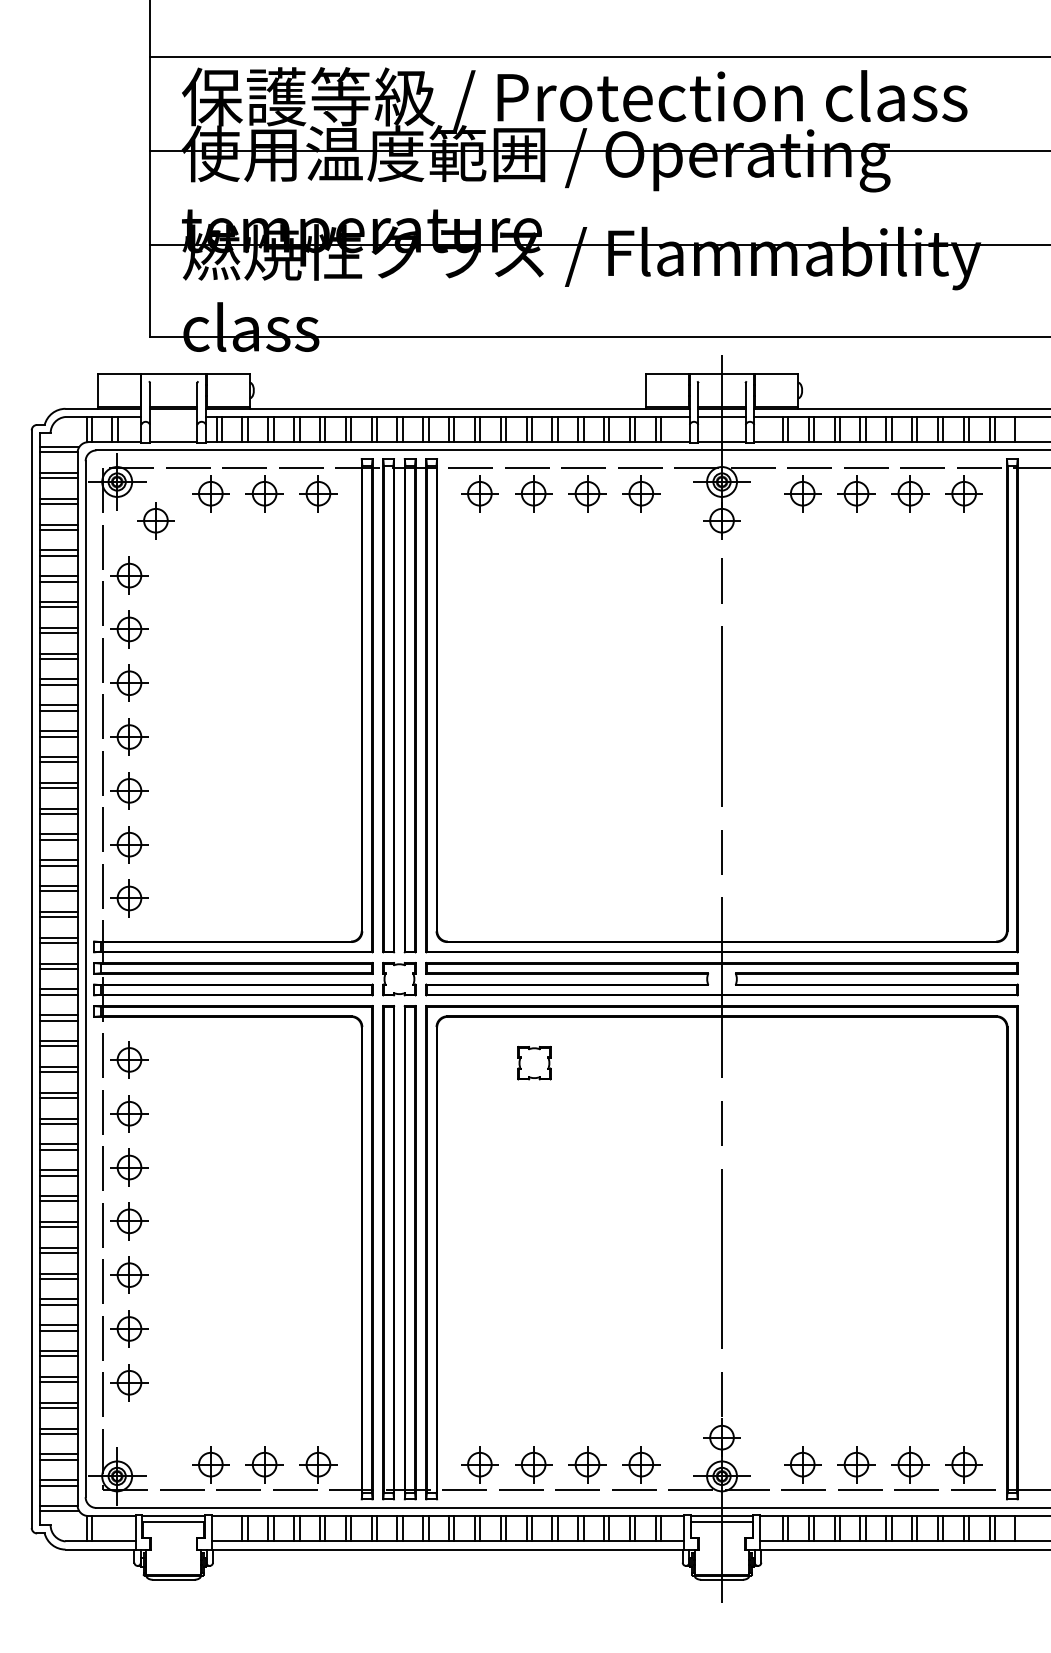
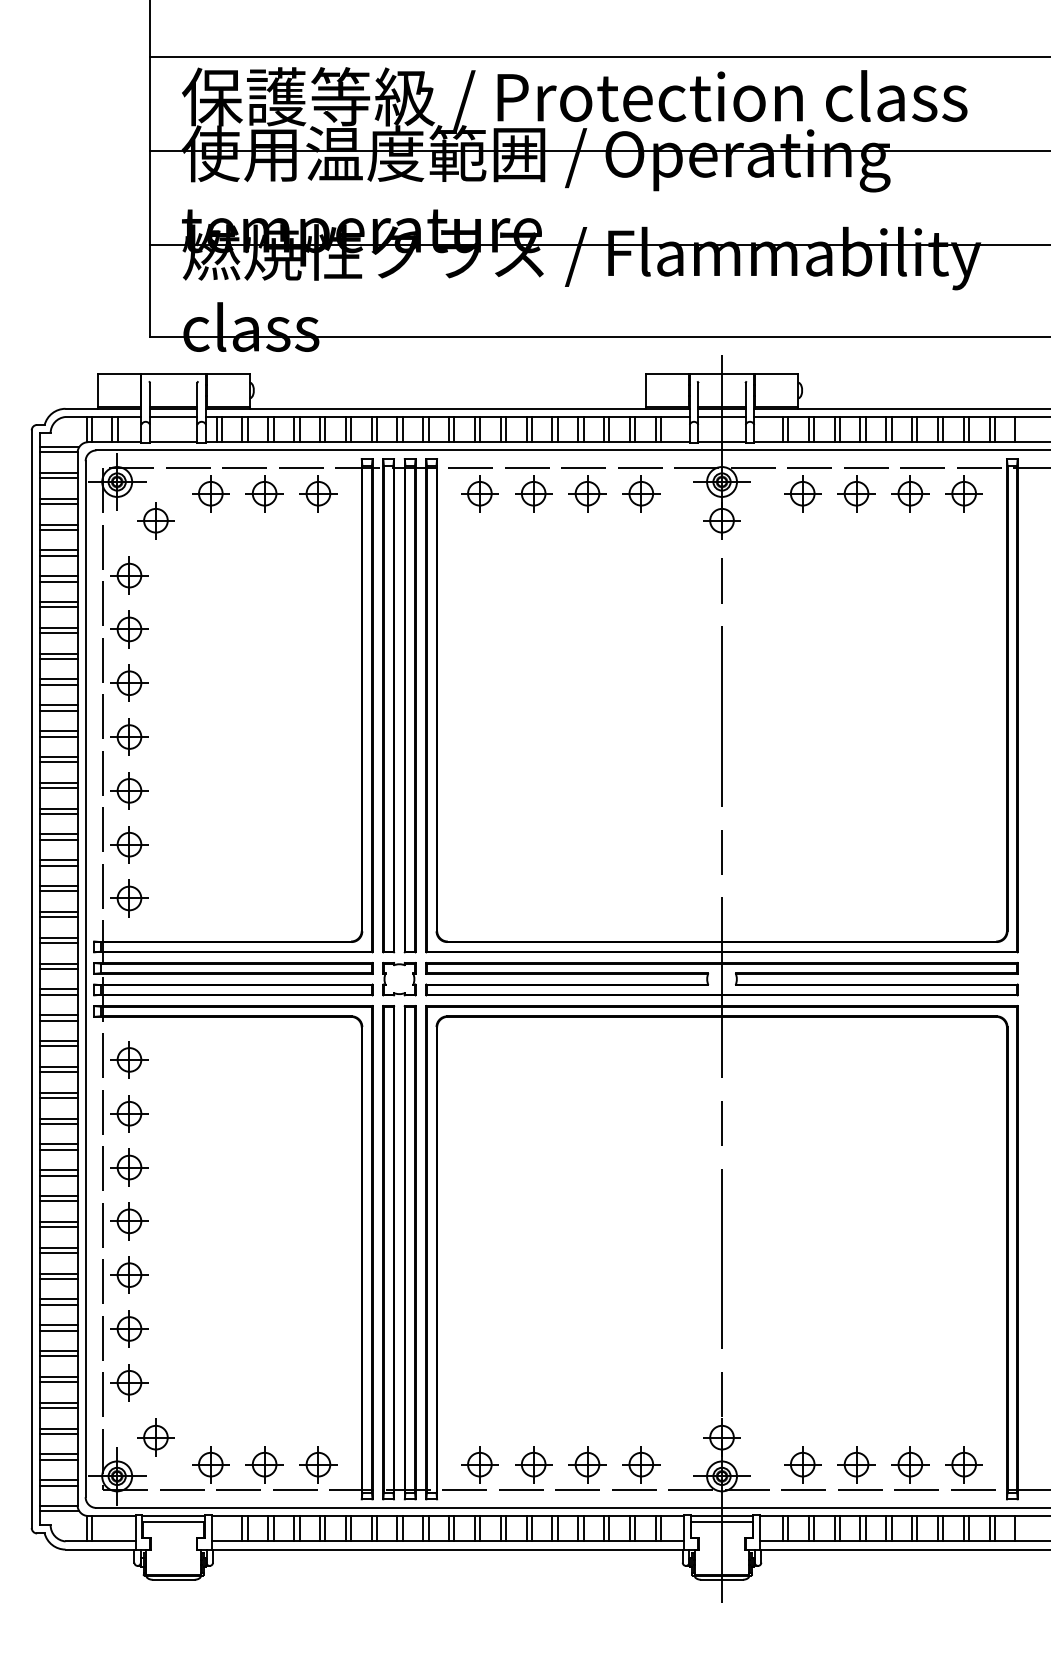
line at (173, 417): none -> present
part at (534, 1063): present -> none
part at (155, 1437): none -> present
